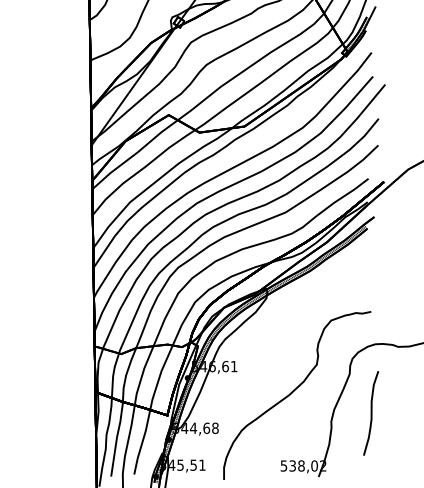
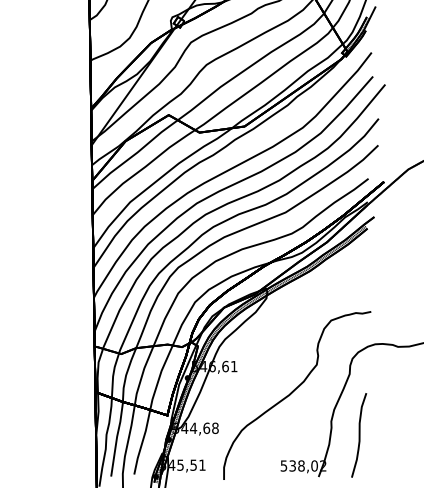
curve at (371, 413) position: (371, 413) -> (359, 435)
